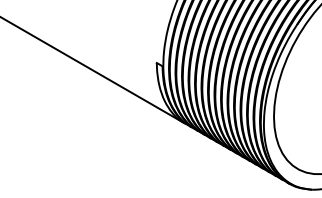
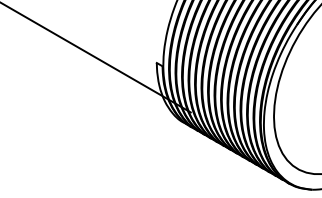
line at (93, 70) position: (93, 70) -> (96, 57)
